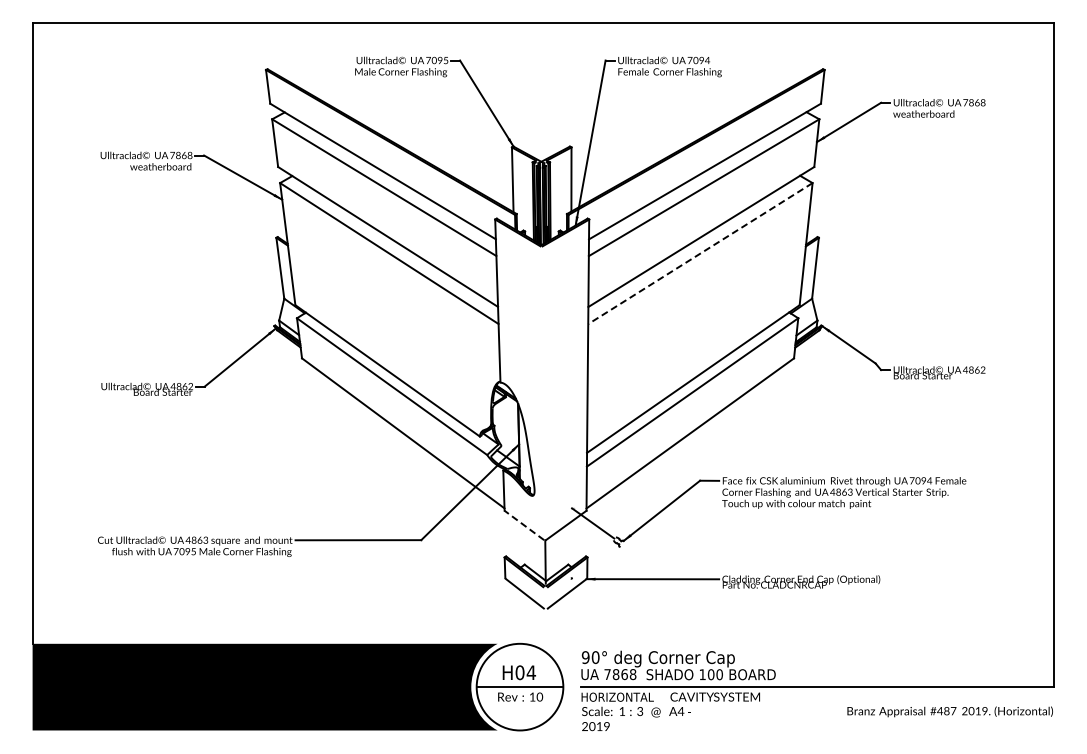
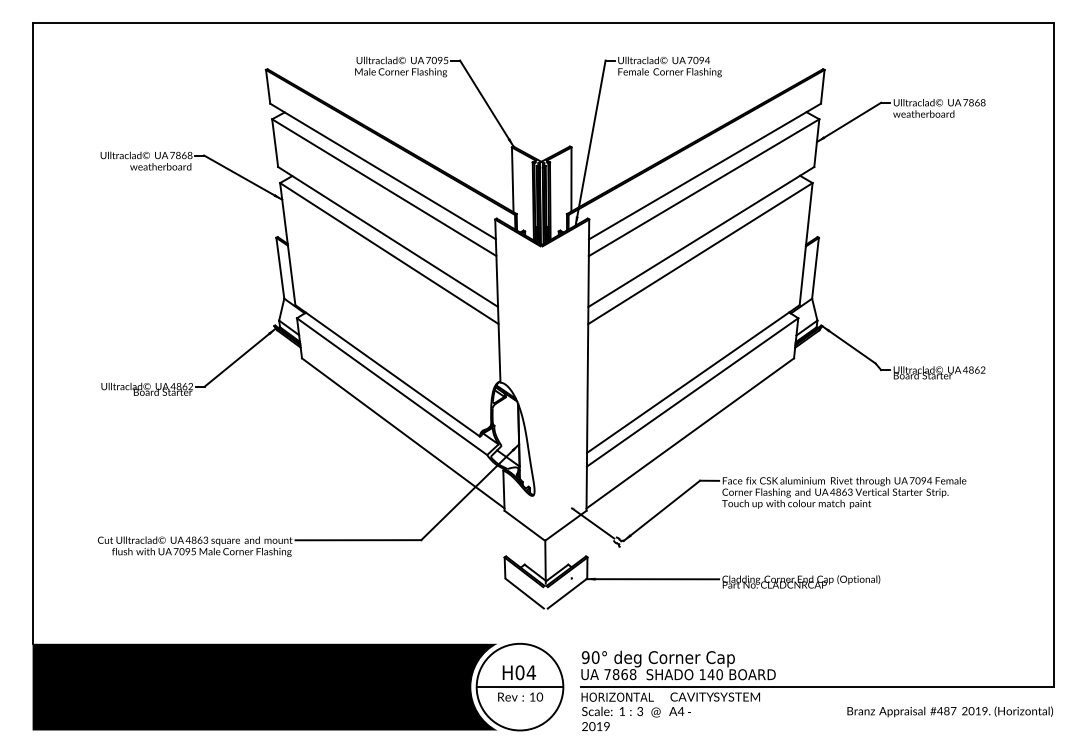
line at (699, 253): dashed -> solid
line at (524, 525): dashed -> solid
text at (710, 674): 100 -> 140
